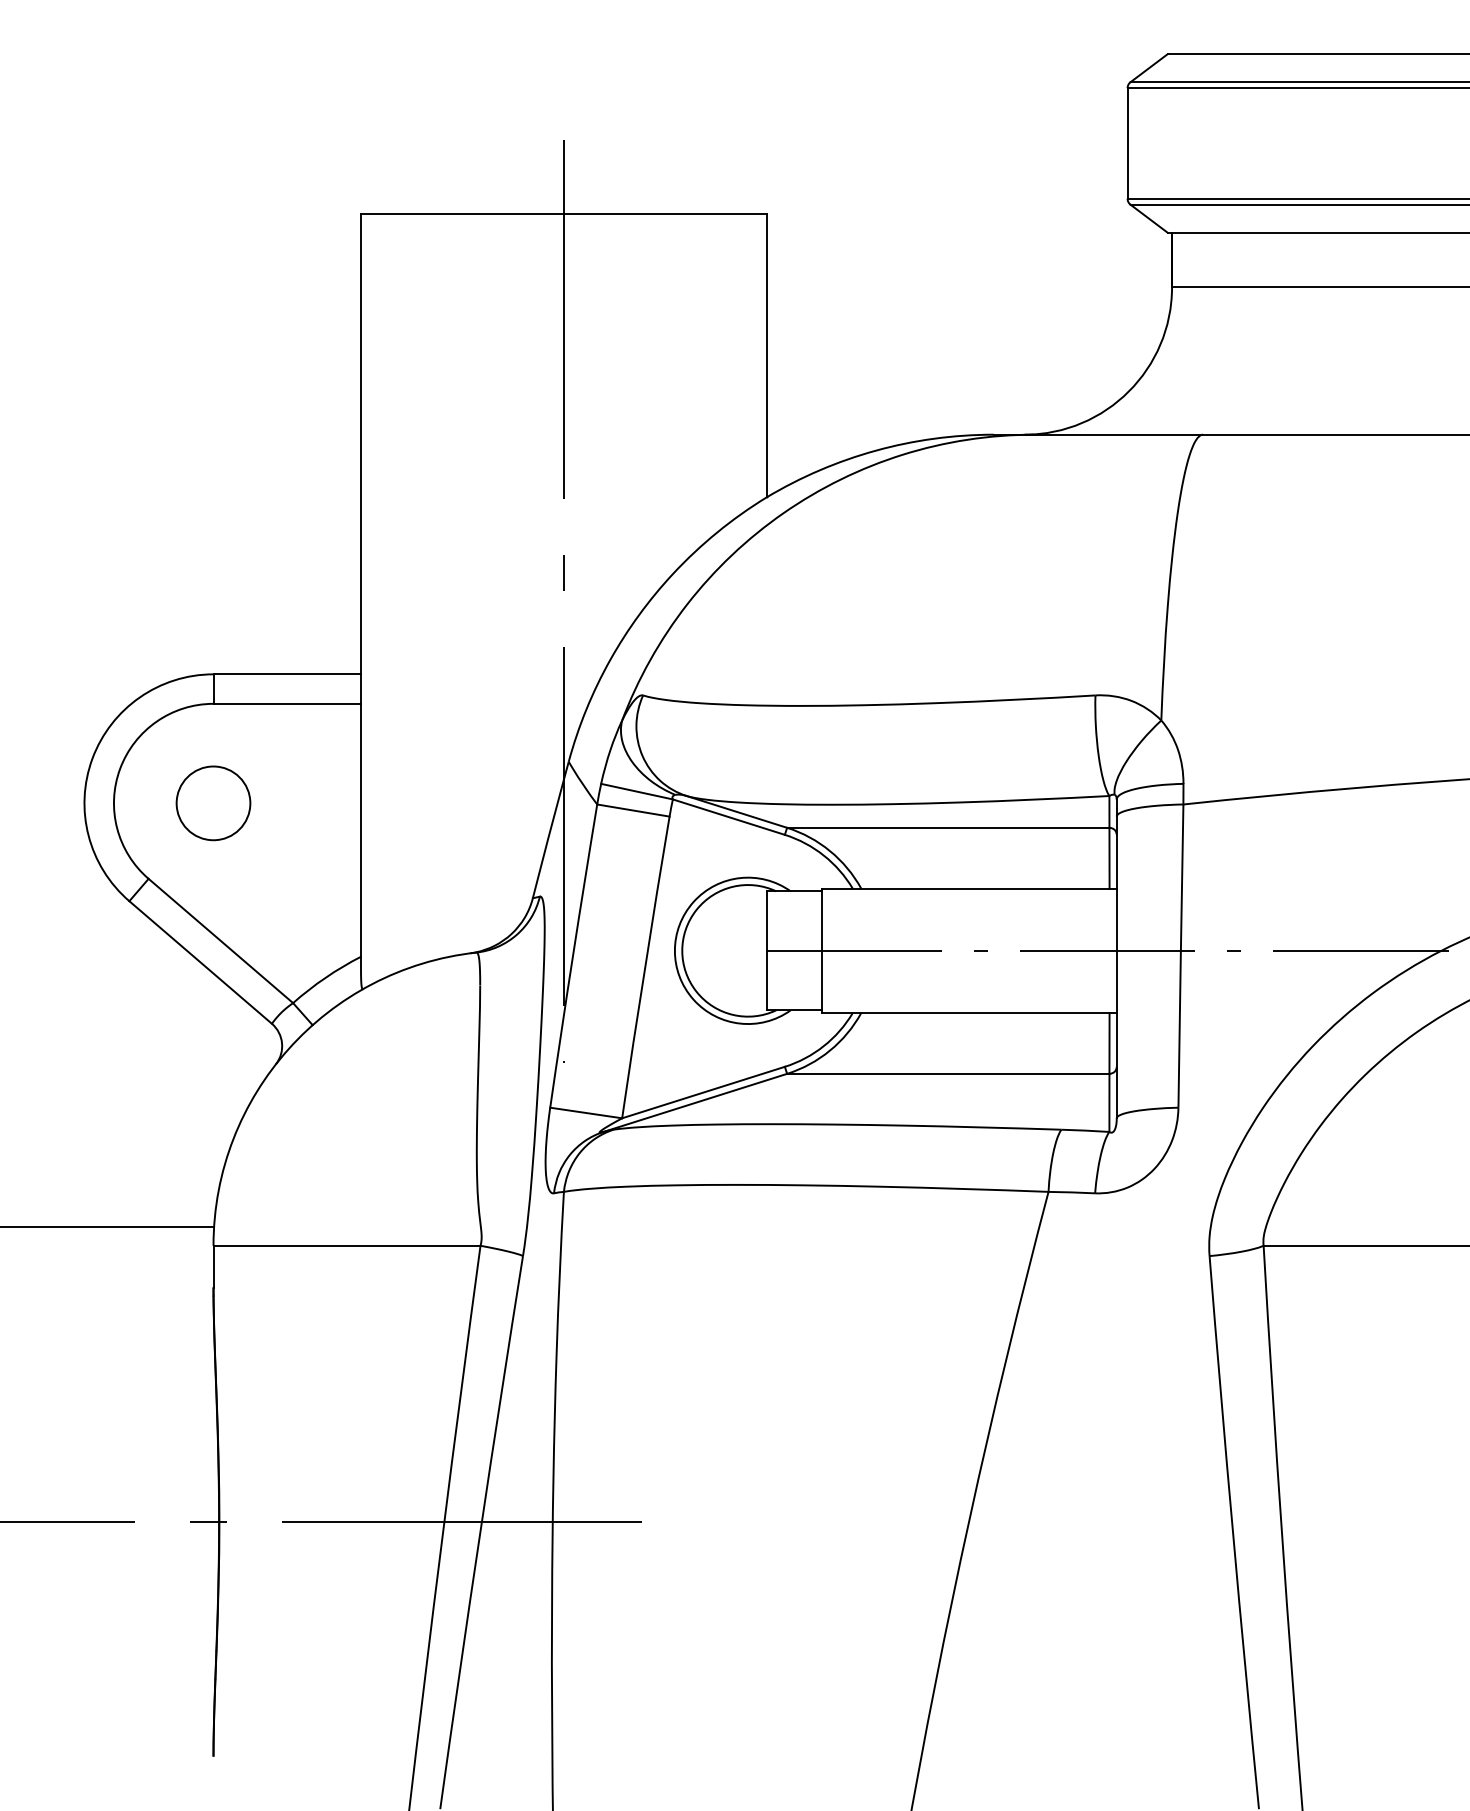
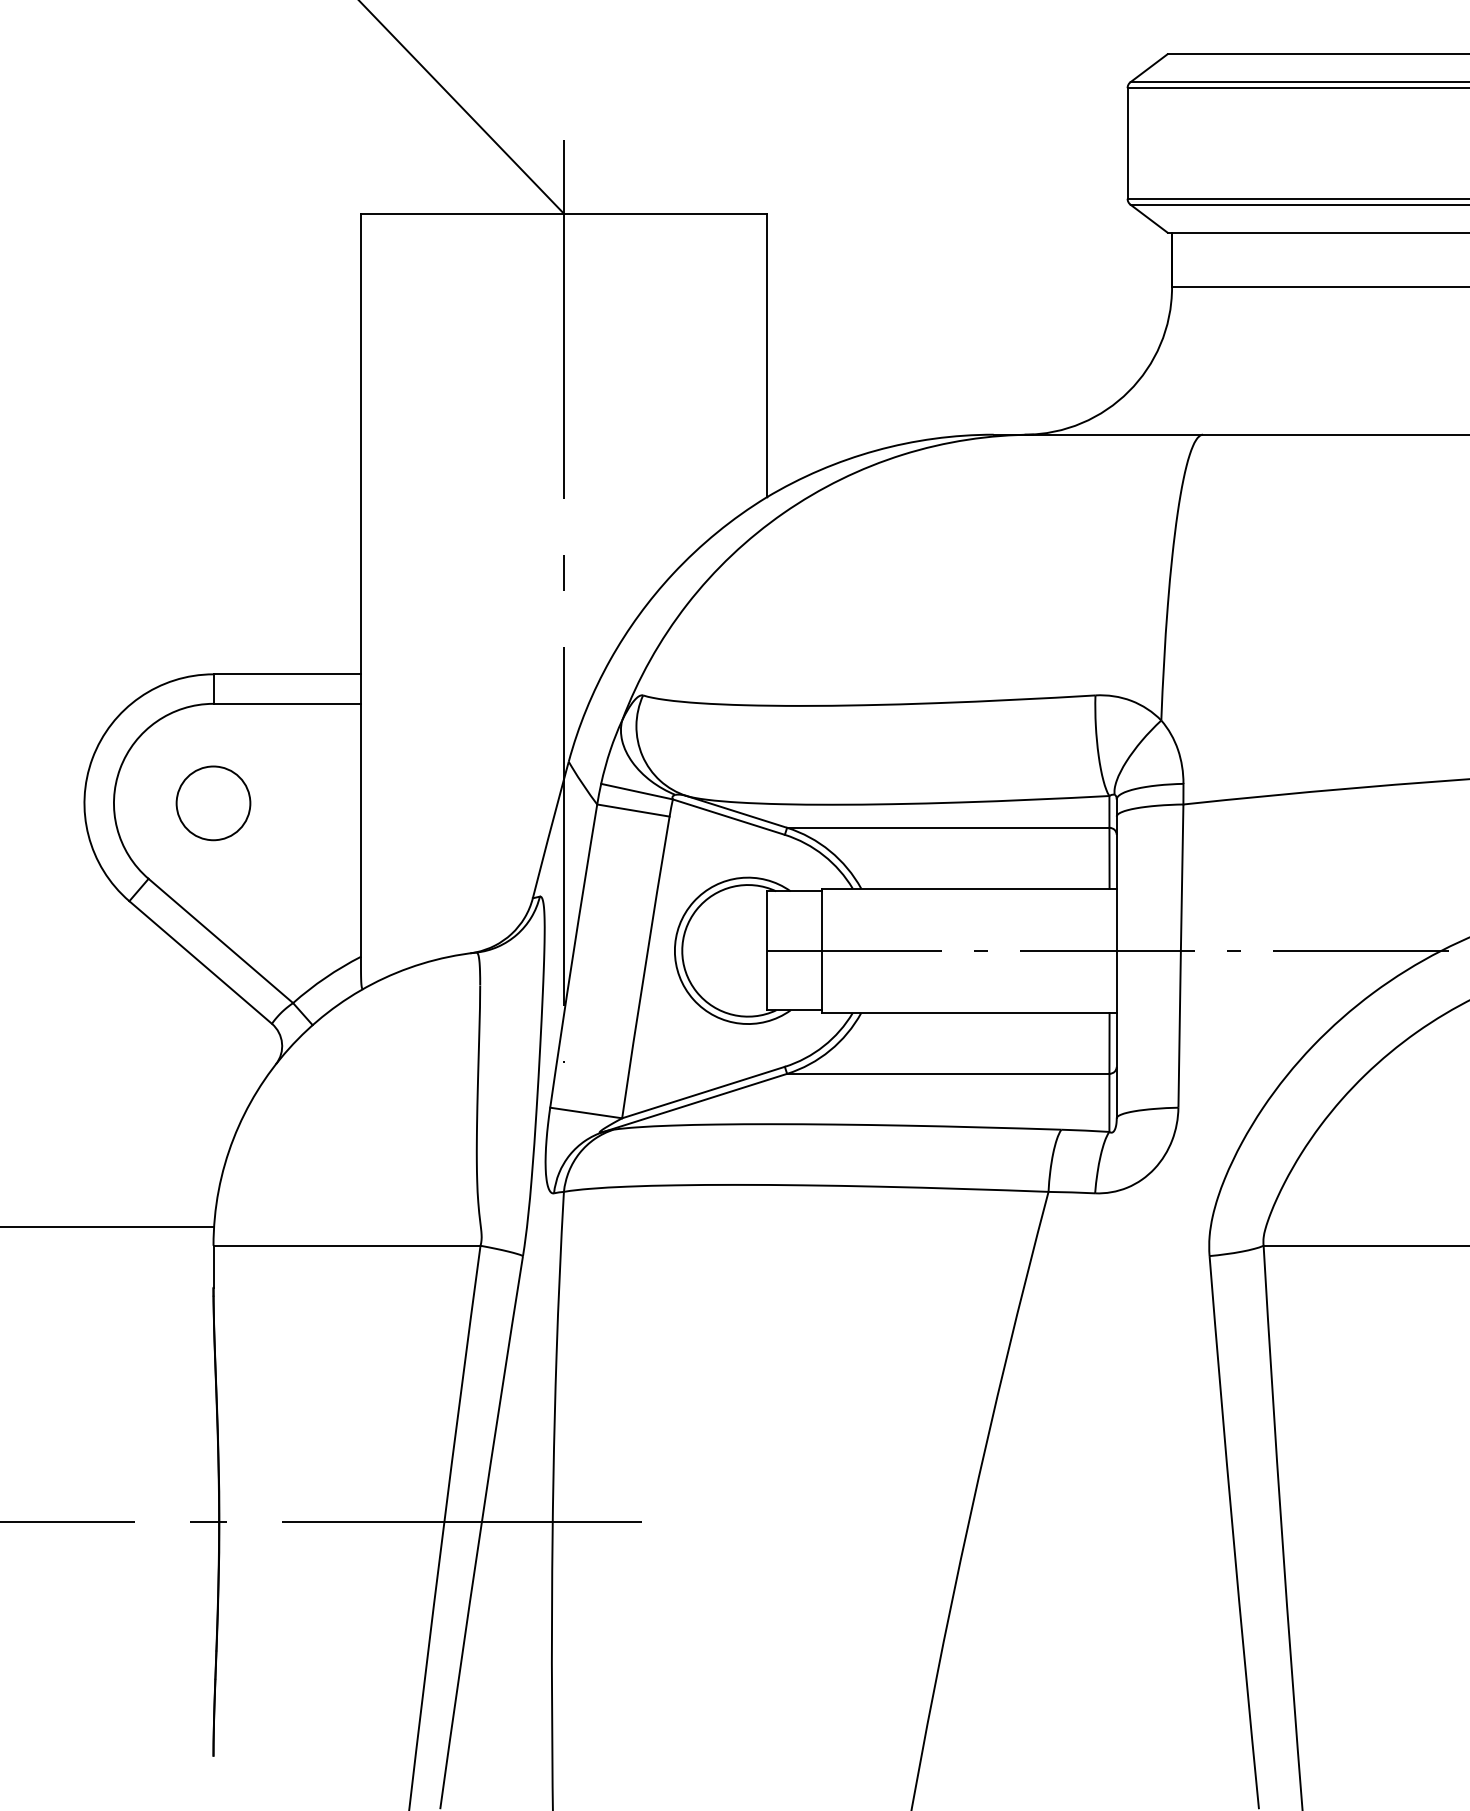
line at (461, 107): none -> present
